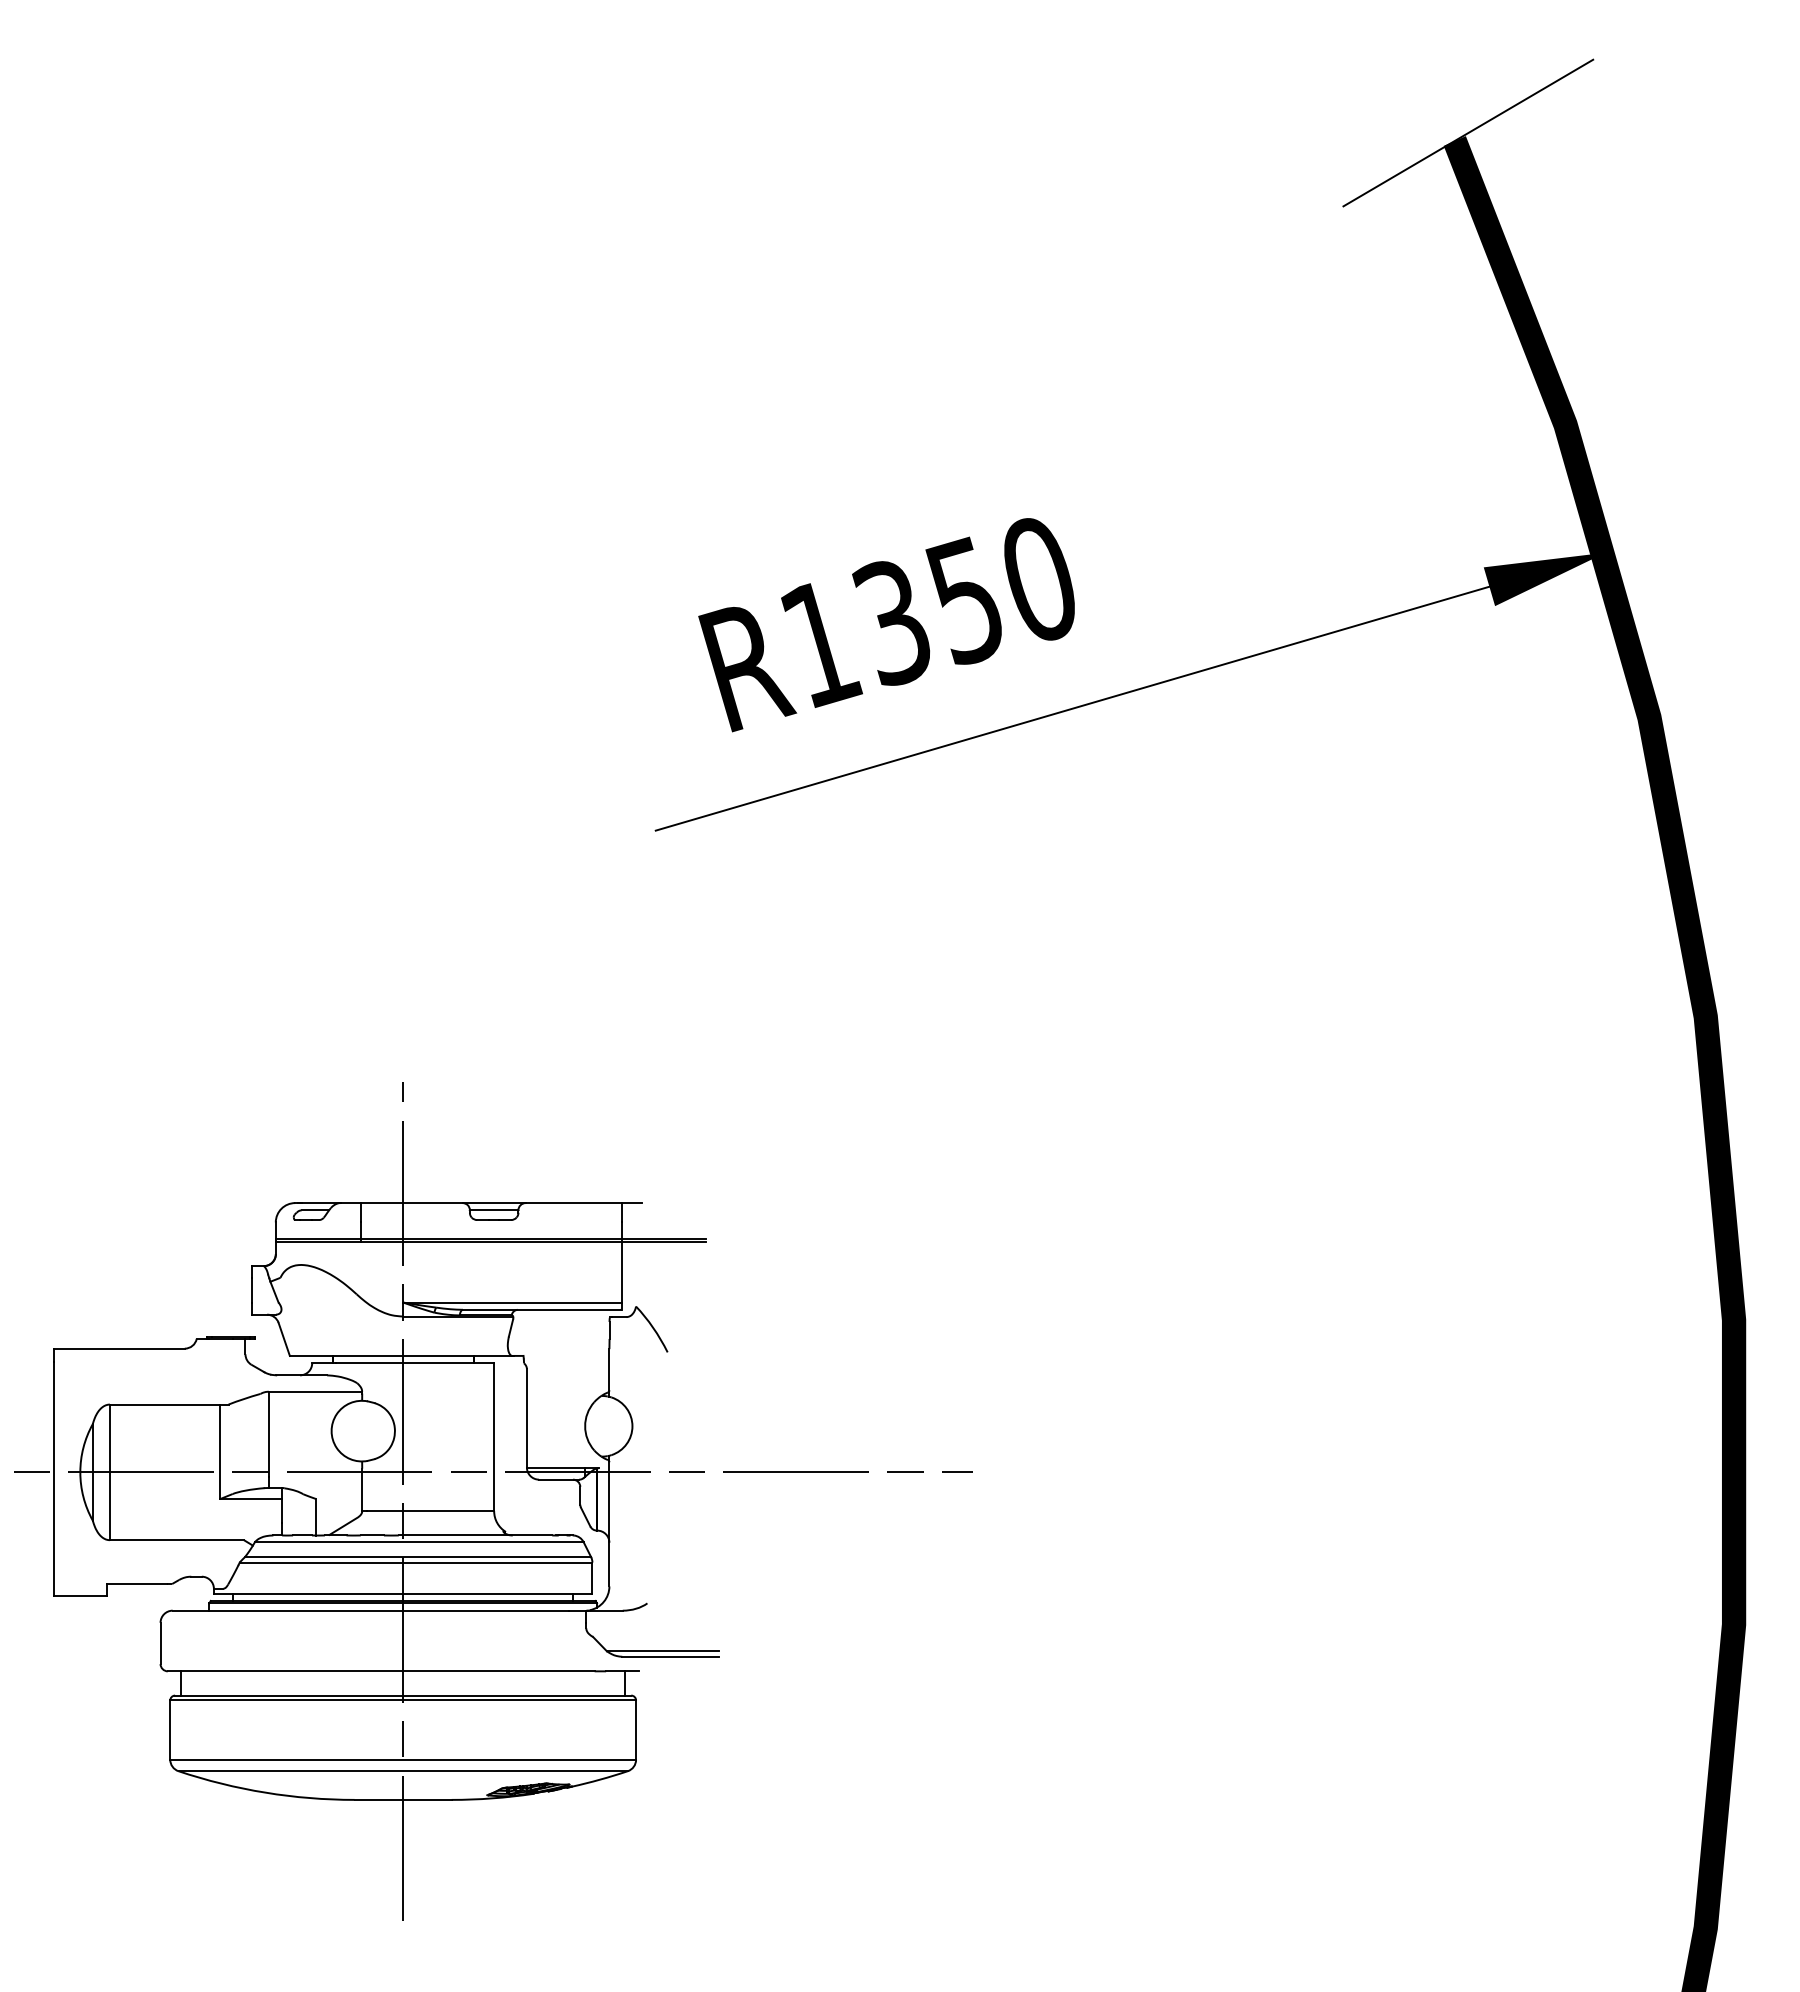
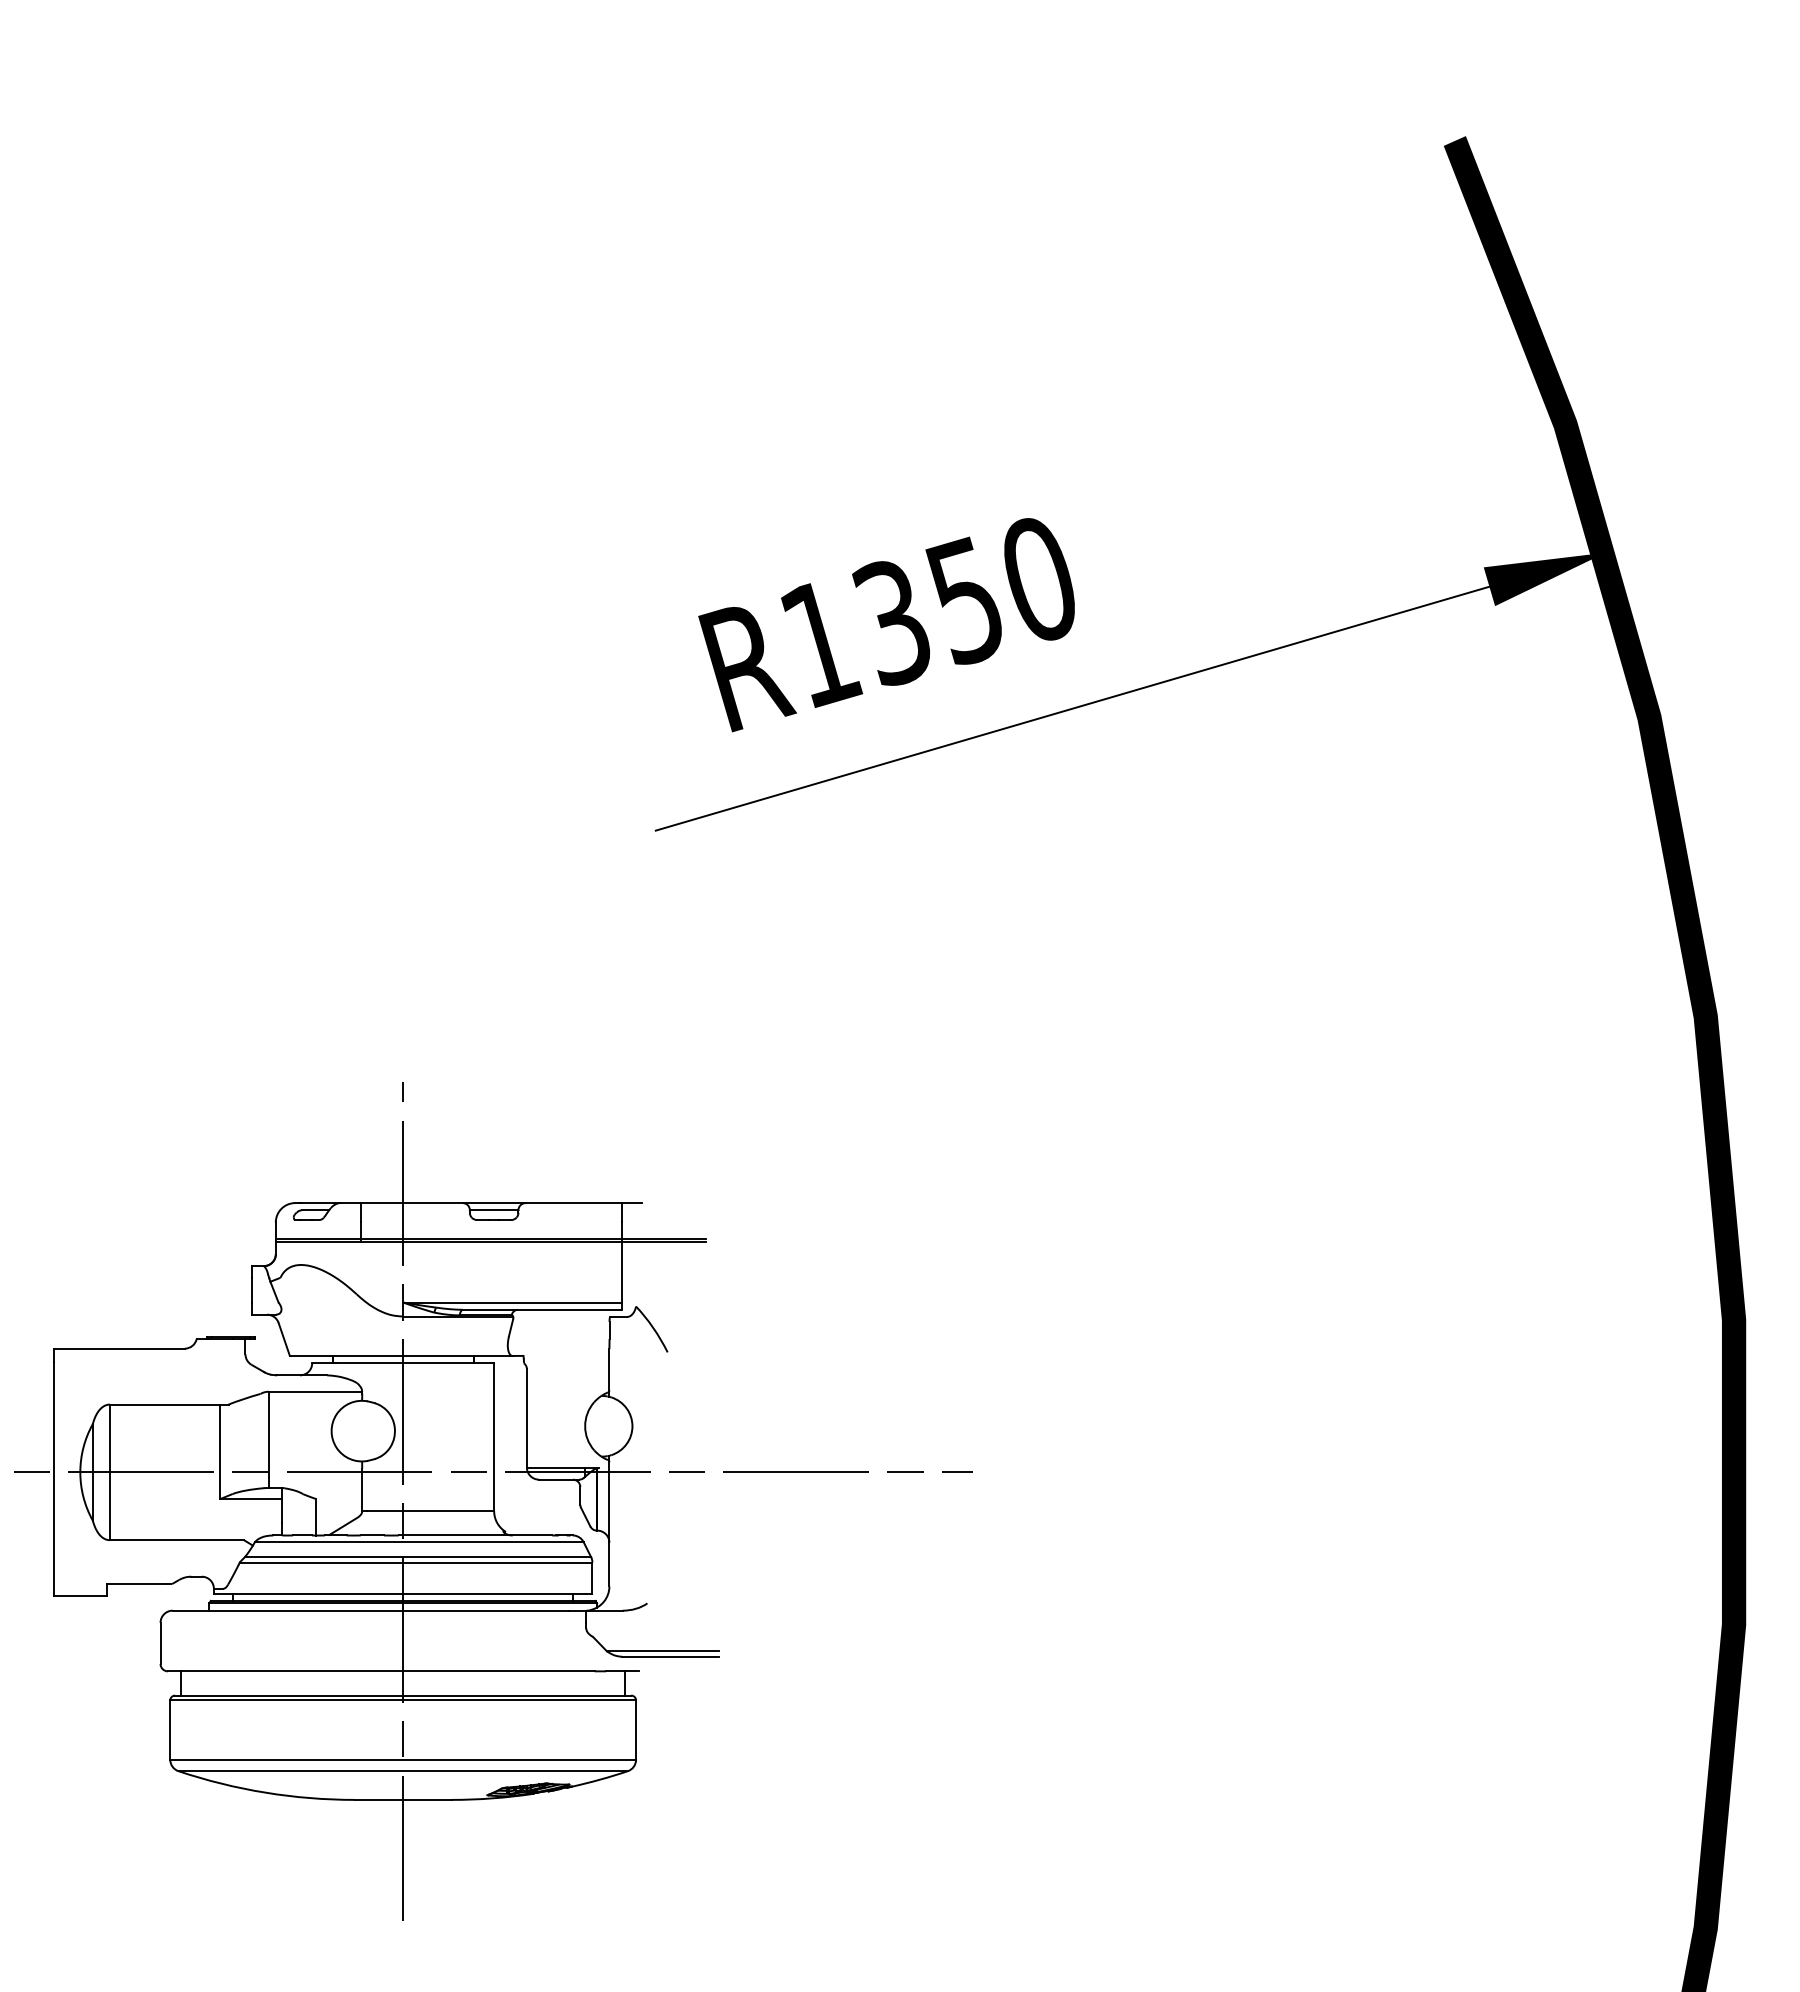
line at (1468, 132): present -> none
